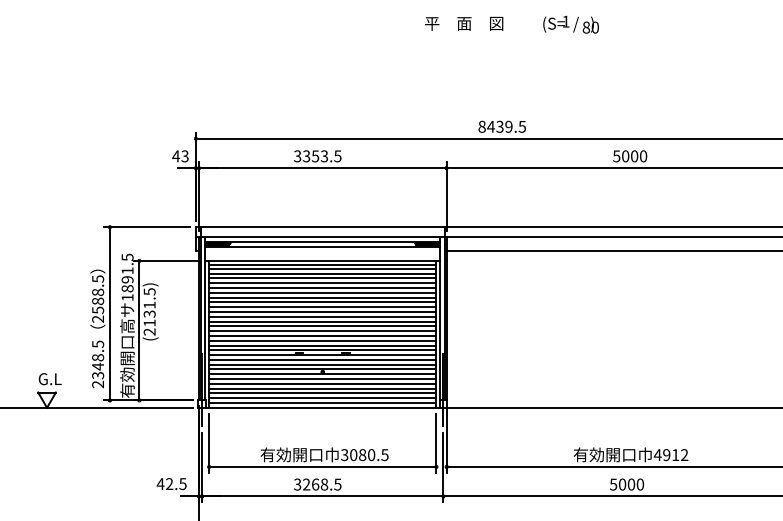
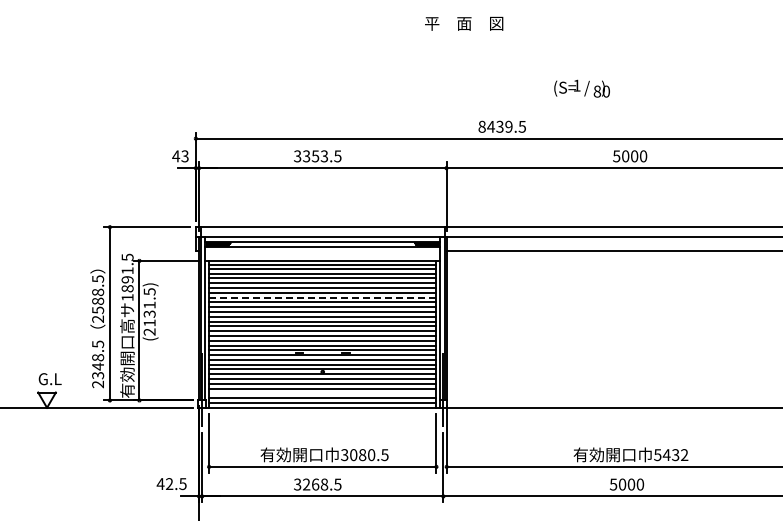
text at (570, 24) position: (570, 24) -> (581, 88)
line at (322, 297): solid -> dashed
line at (322, 393): present -> none
text at (666, 455): 4912 -> 5432
